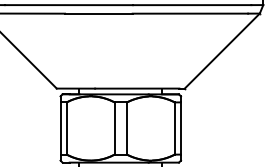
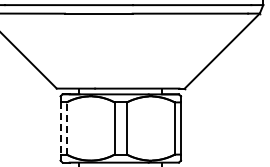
line at (60, 128): solid -> dashed
line at (66, 128): solid -> dashed
